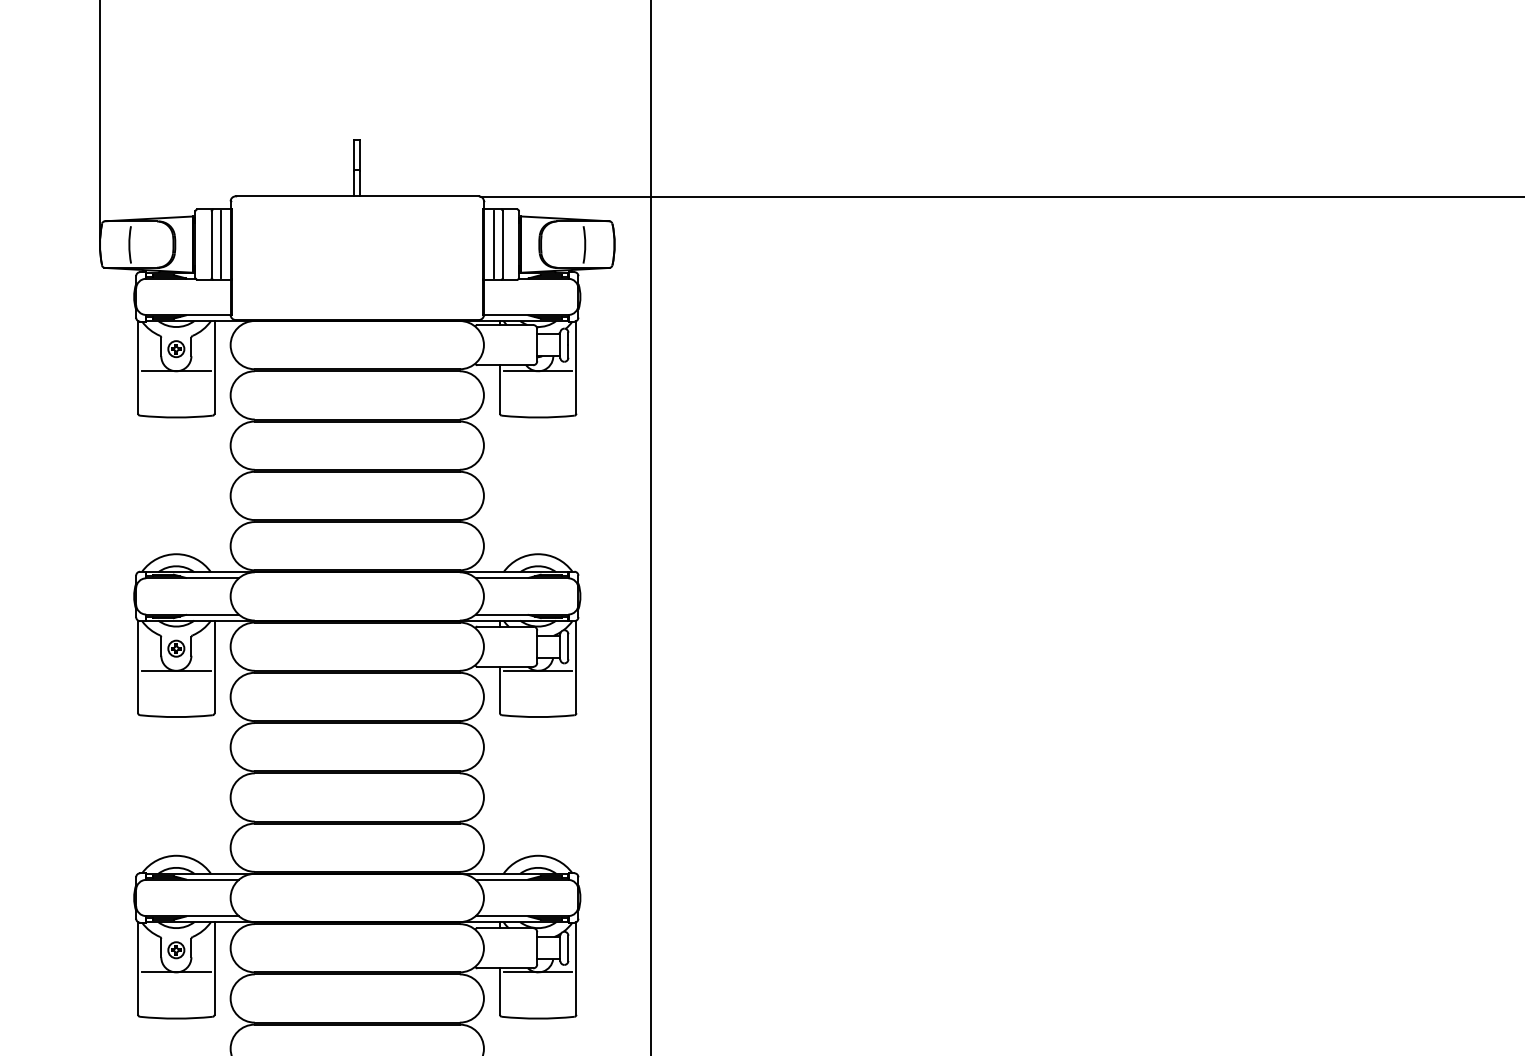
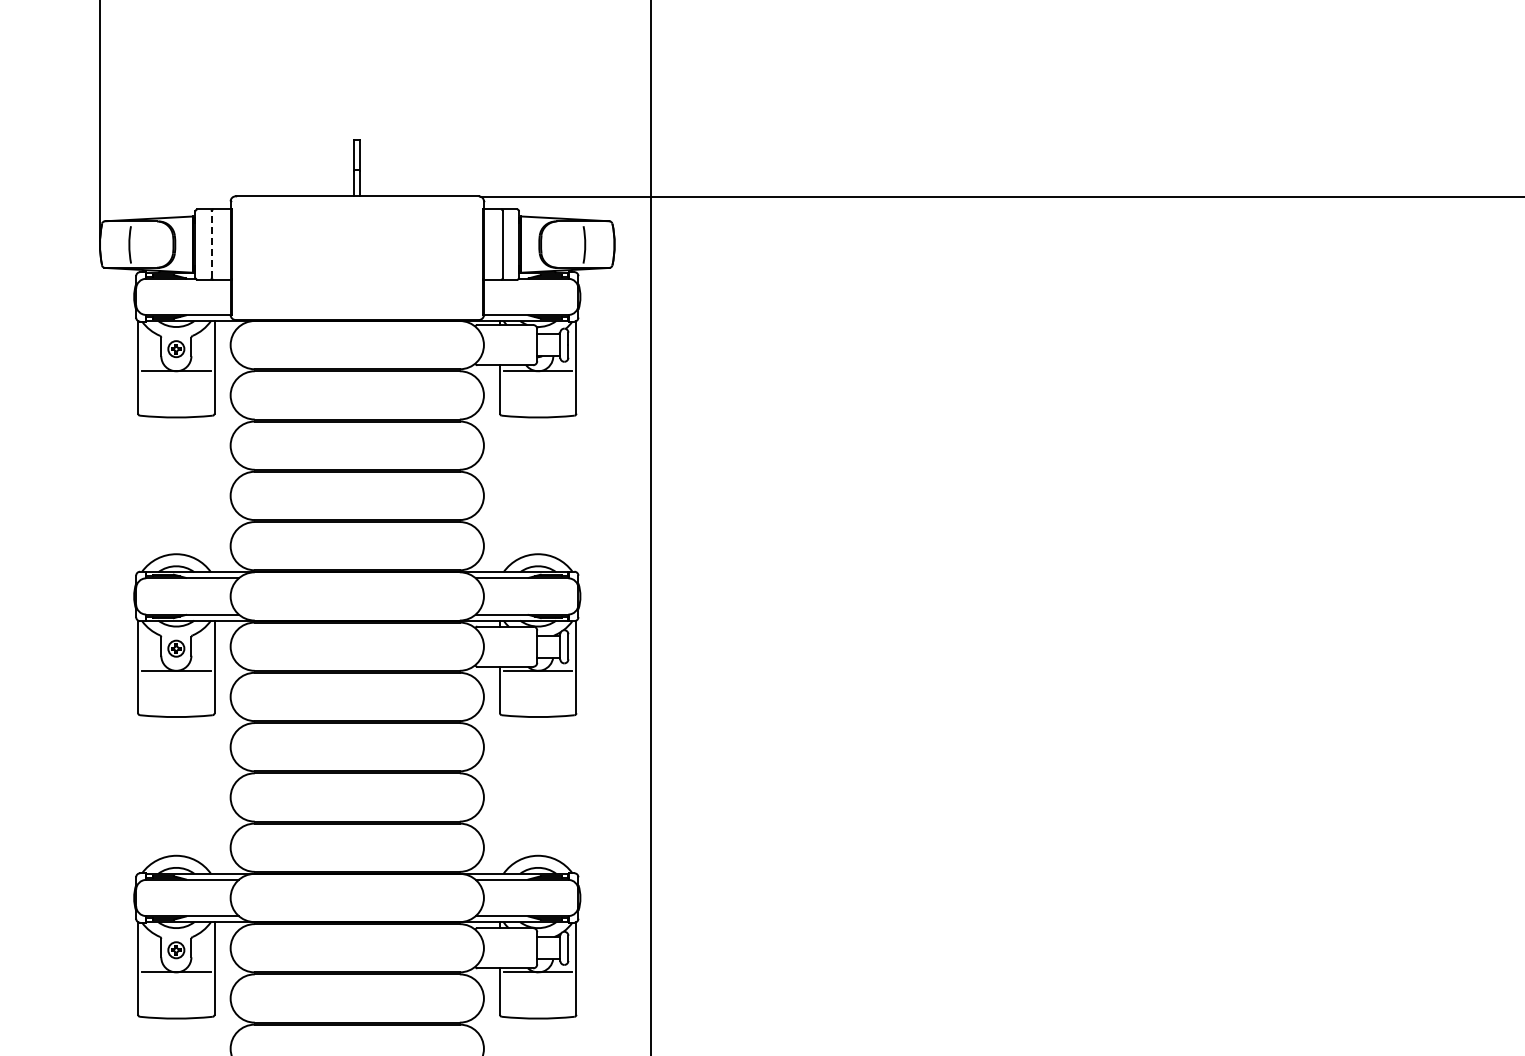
line at (211, 244): solid -> dashed
line at (220, 244): present -> none
line at (494, 244): present -> none
